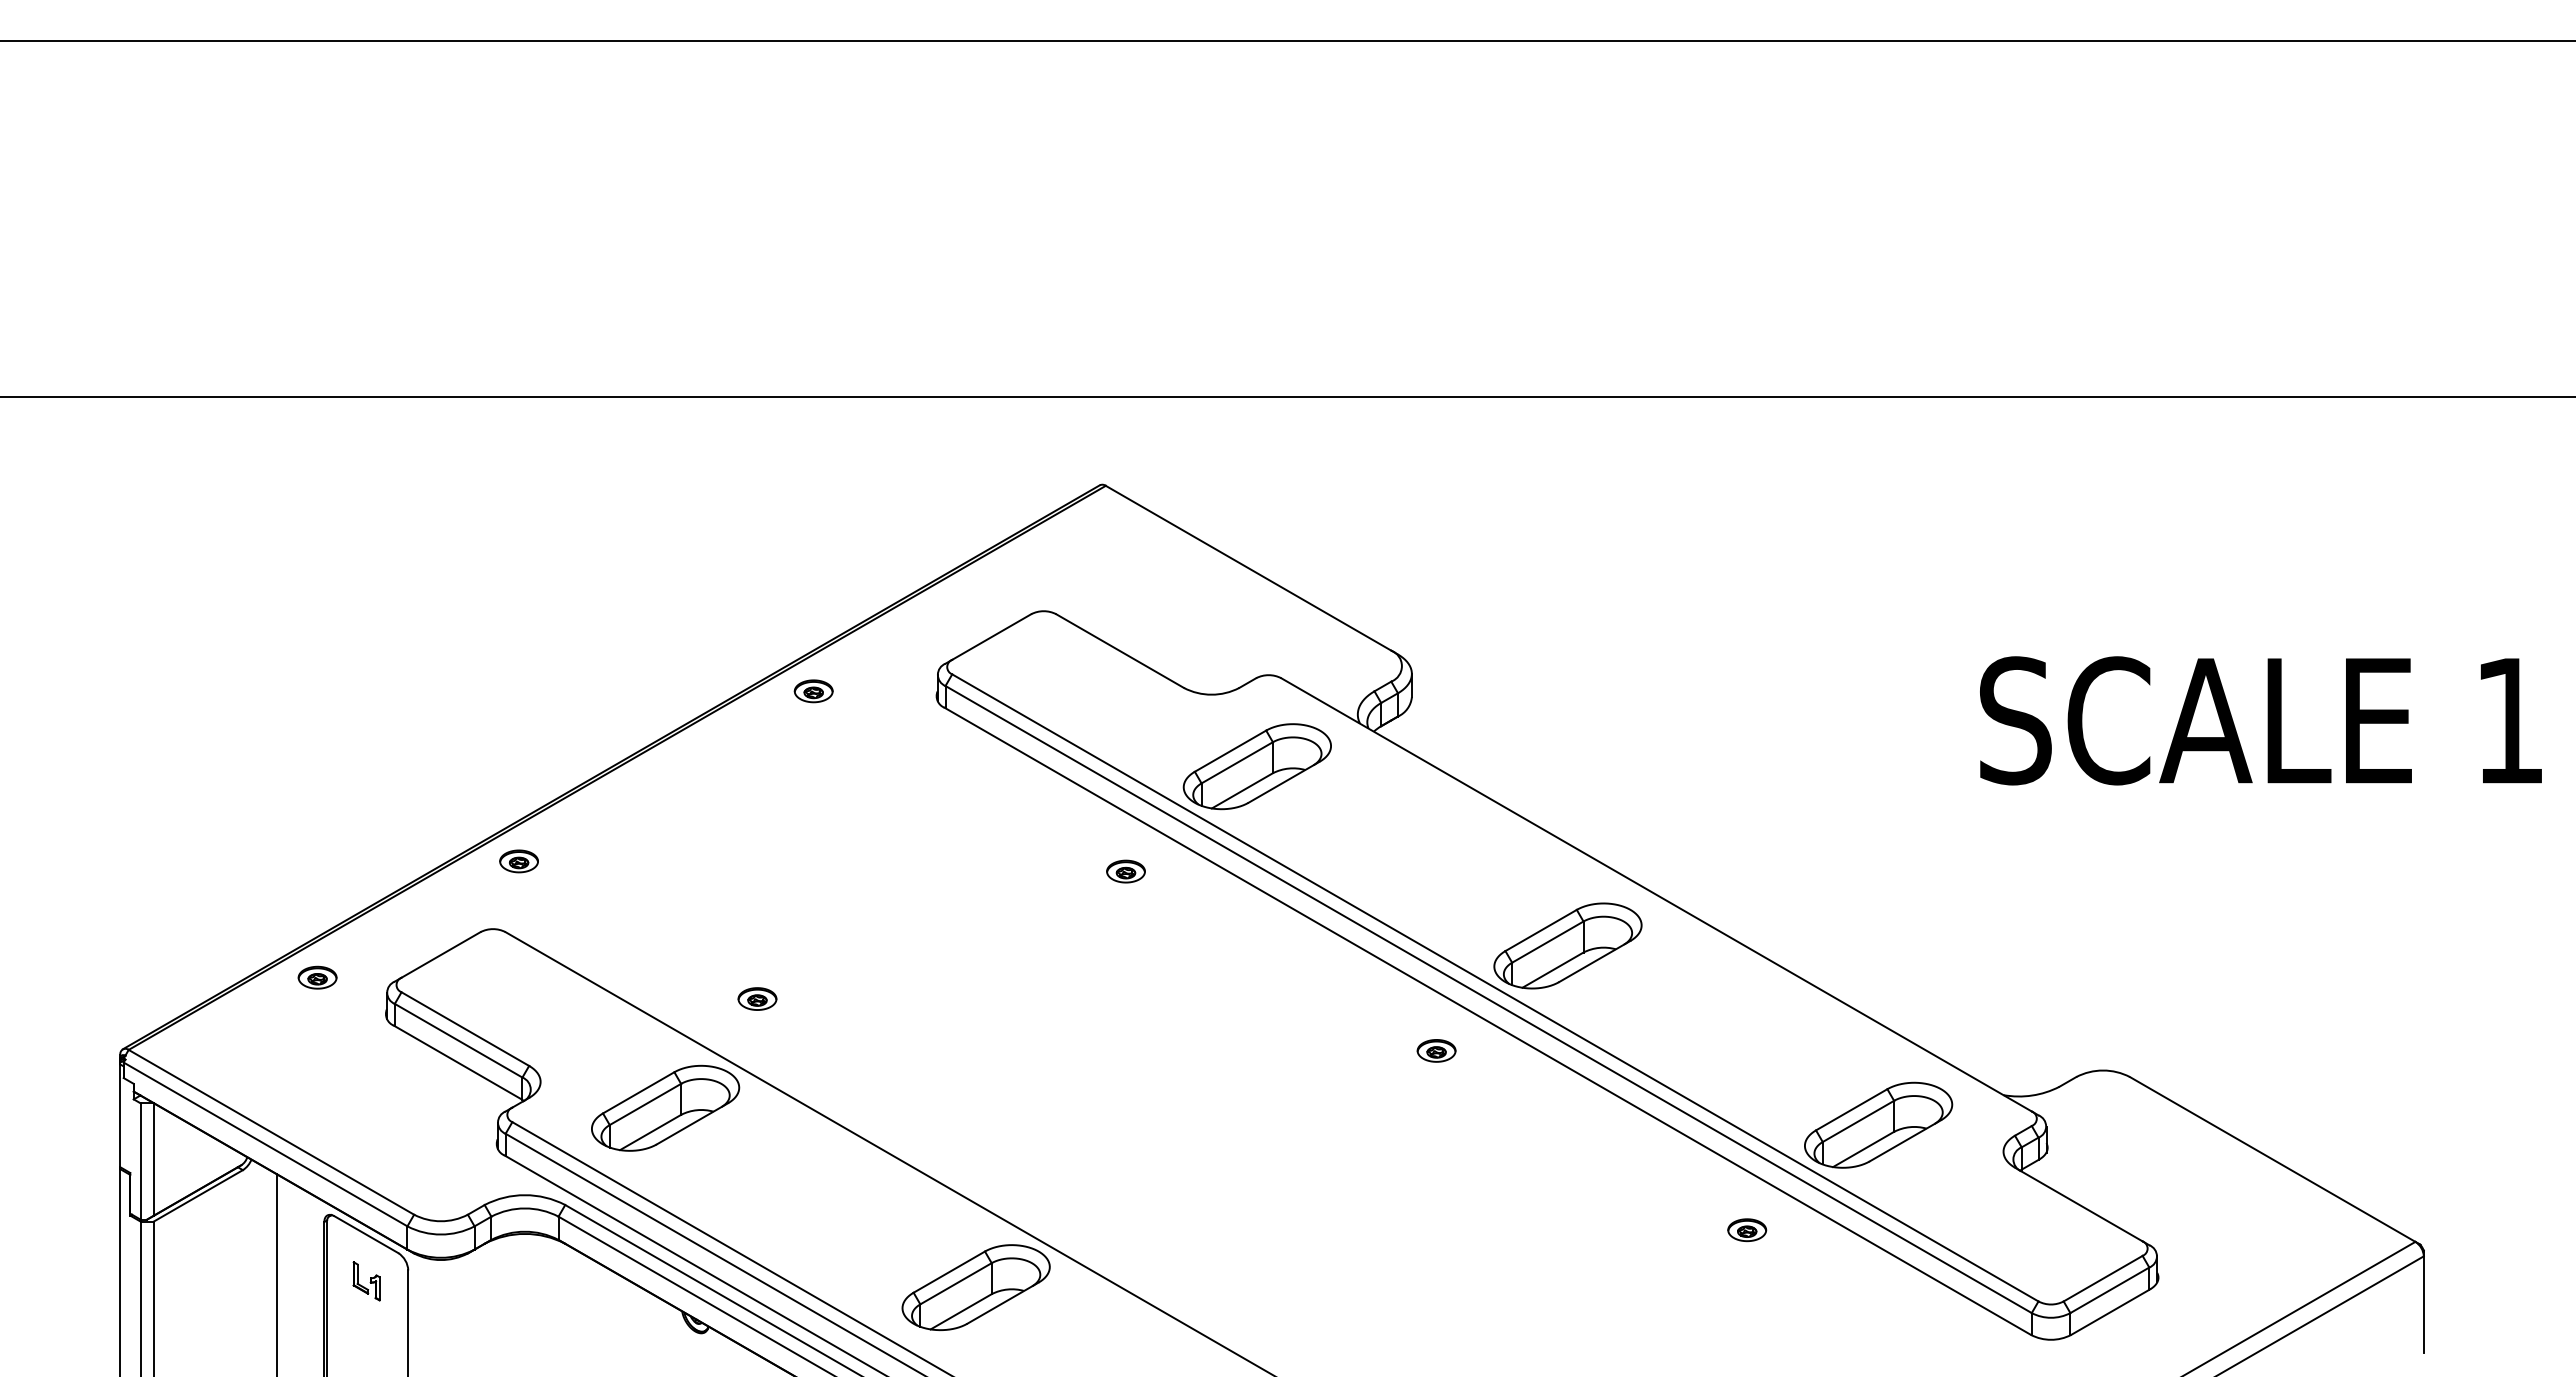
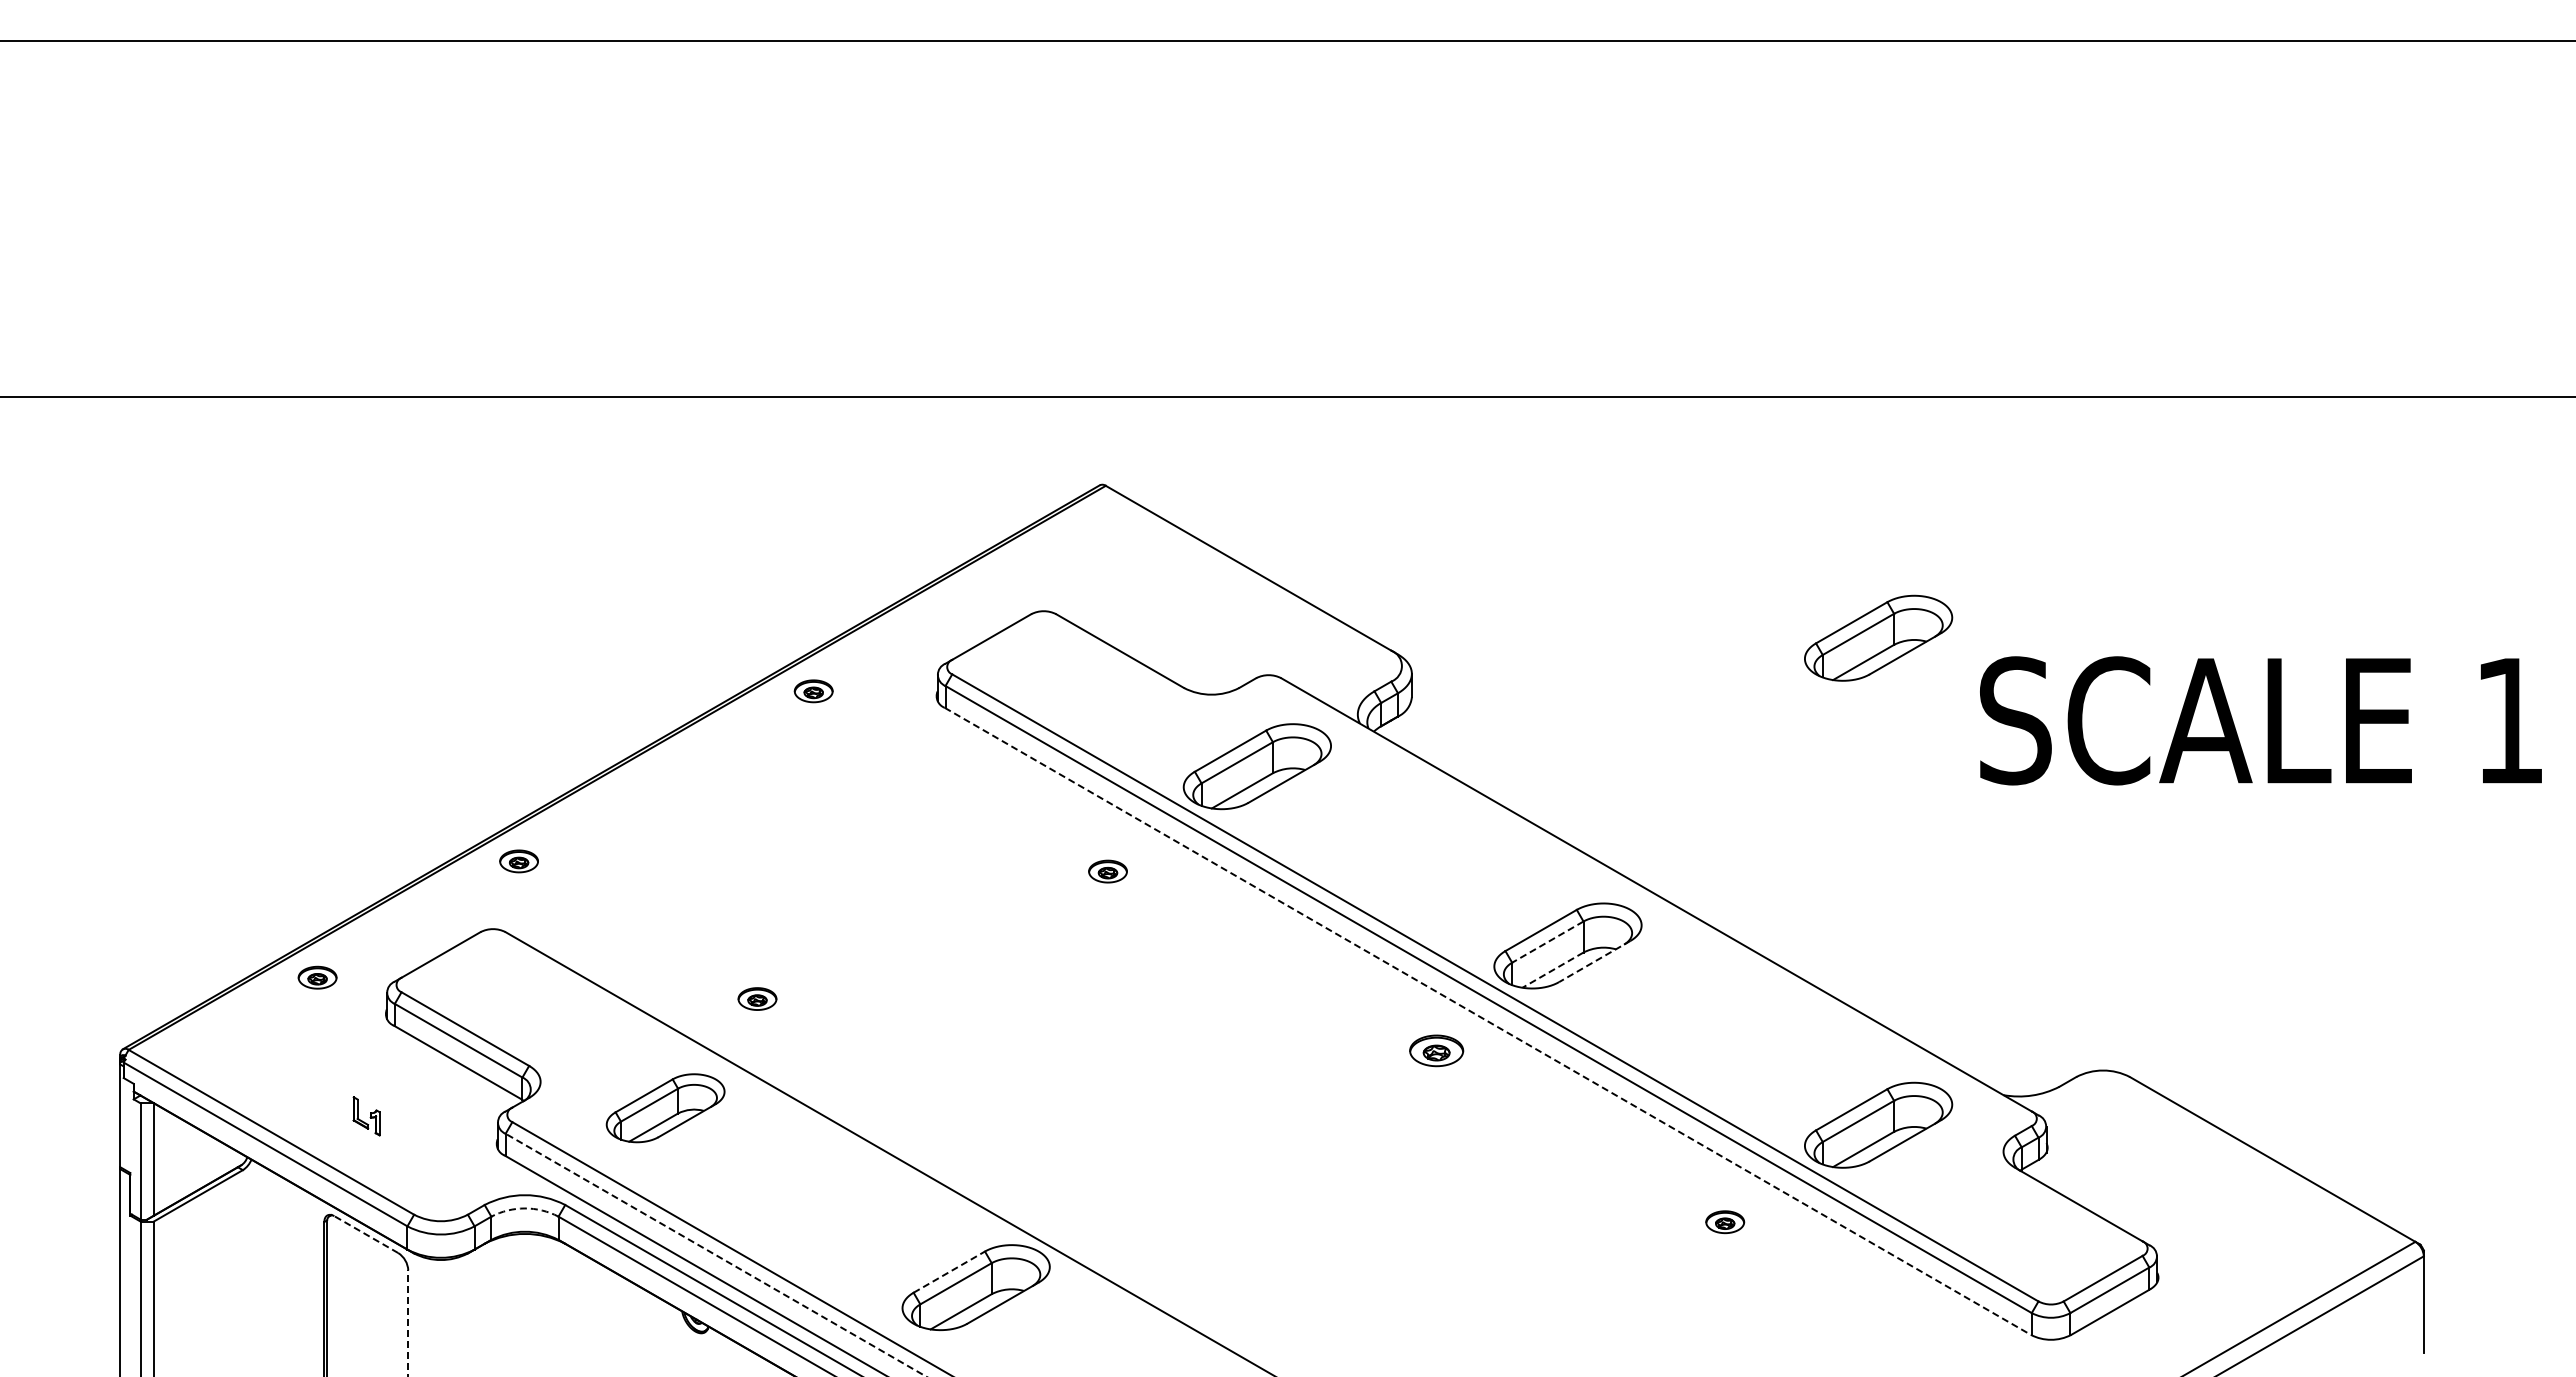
part at (1878, 637): none -> present
part at (1125, 871) position: (1125, 871) -> (1107, 871)
line at (1547, 942): solid -> dashed
line at (1594, 961): solid -> dashed
line at (1552, 970): solid -> dashed
line at (1488, 1021): solid -> dashed
part at (1436, 1050) size: 41x24 px -> 56x34 px
part at (665, 1107) size: 150x88 px -> 121x71 px
arc at (524, 1208): solid -> dashed
part at (1747, 1230) position: (1747, 1230) -> (1725, 1222)
line at (366, 1234): solid -> dashed
line at (716, 1255): solid -> dashed
line at (949, 1271): solid -> dashed
line at (277, 1273): present -> none
part at (366, 1281) position: (366, 1281) -> (366, 1116)
line at (408, 1323): solid -> dashed
